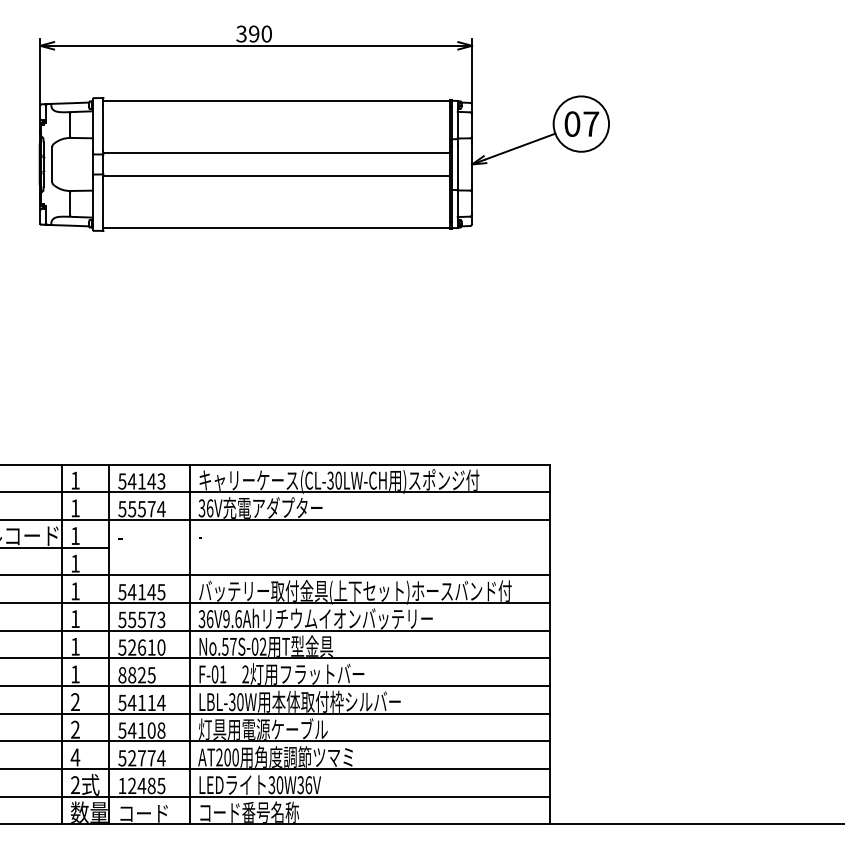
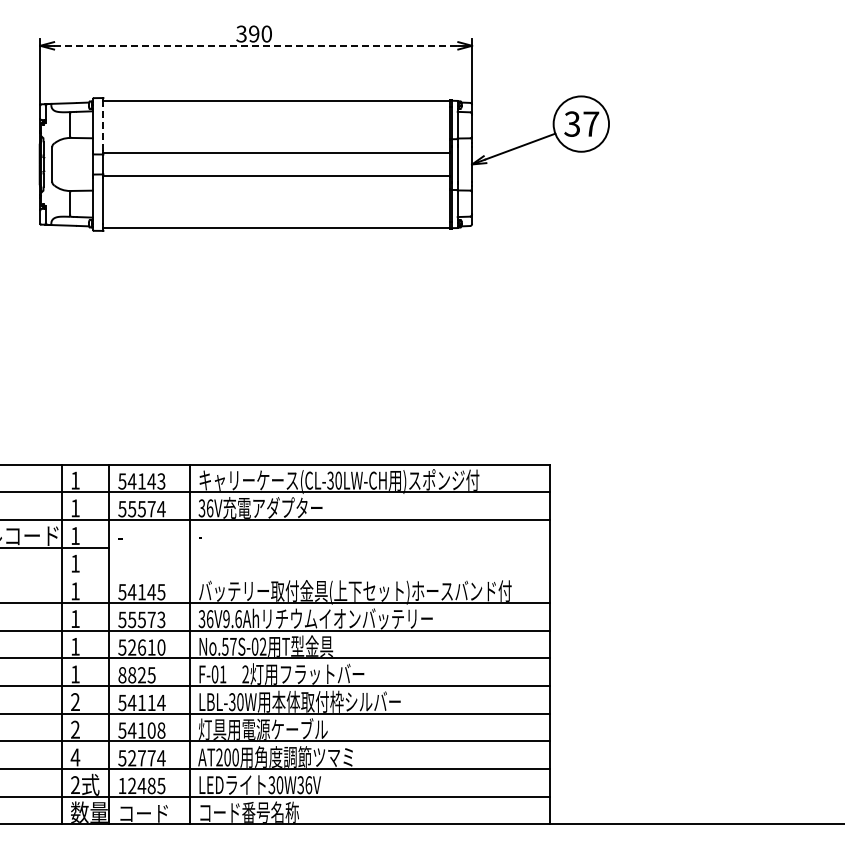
line at (256, 45): solid -> dashed
text at (572, 123): 07 -> 37
line at (103, 128): solid -> dashed
line at (276, 575): present -> none
